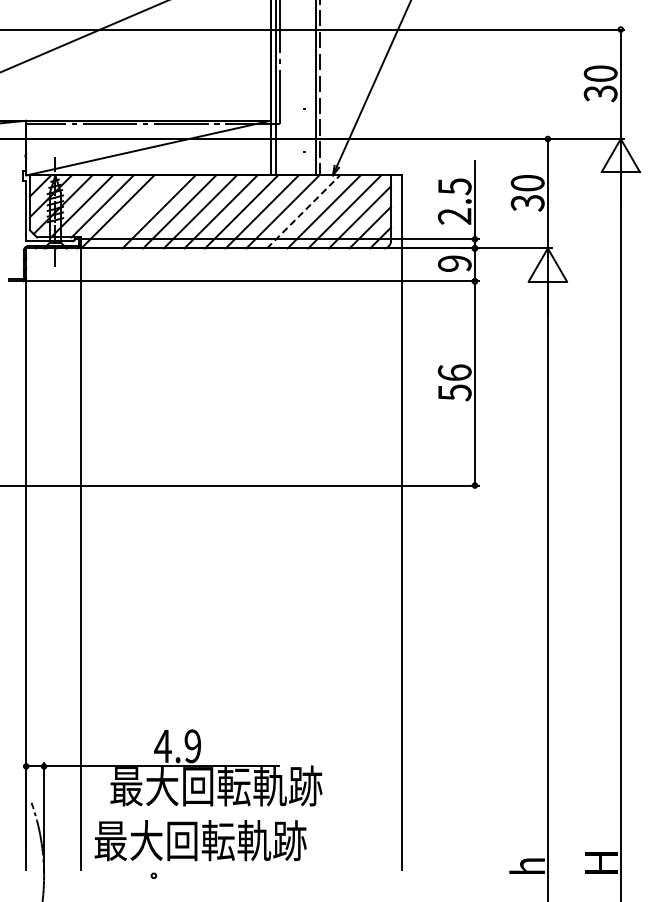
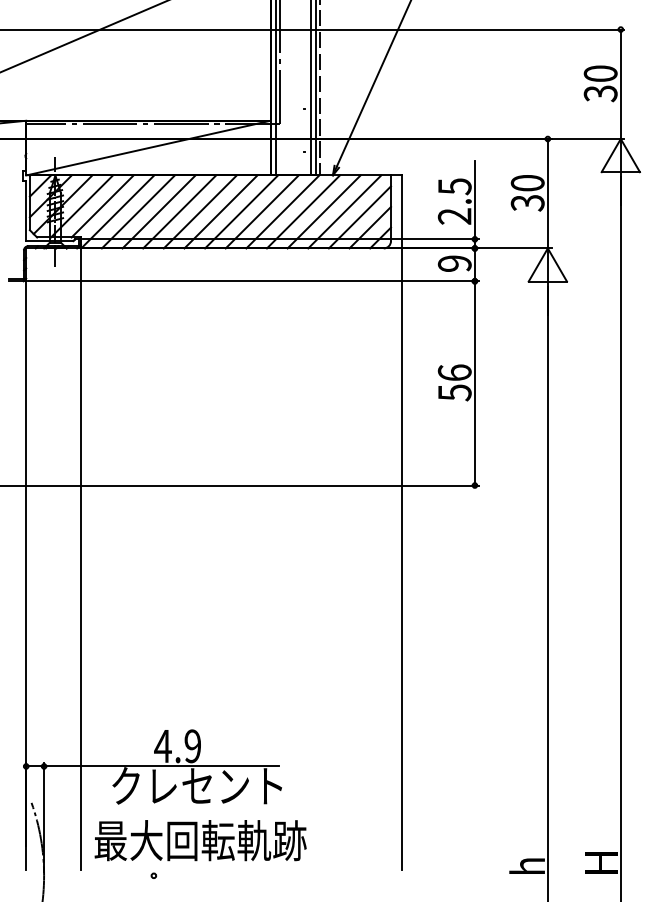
line at (310, 88): none -> present
line at (137, 211): none -> present
line at (303, 211): dashed -> solid
text at (216, 785): 最大回転軌跡 -> クレセント
